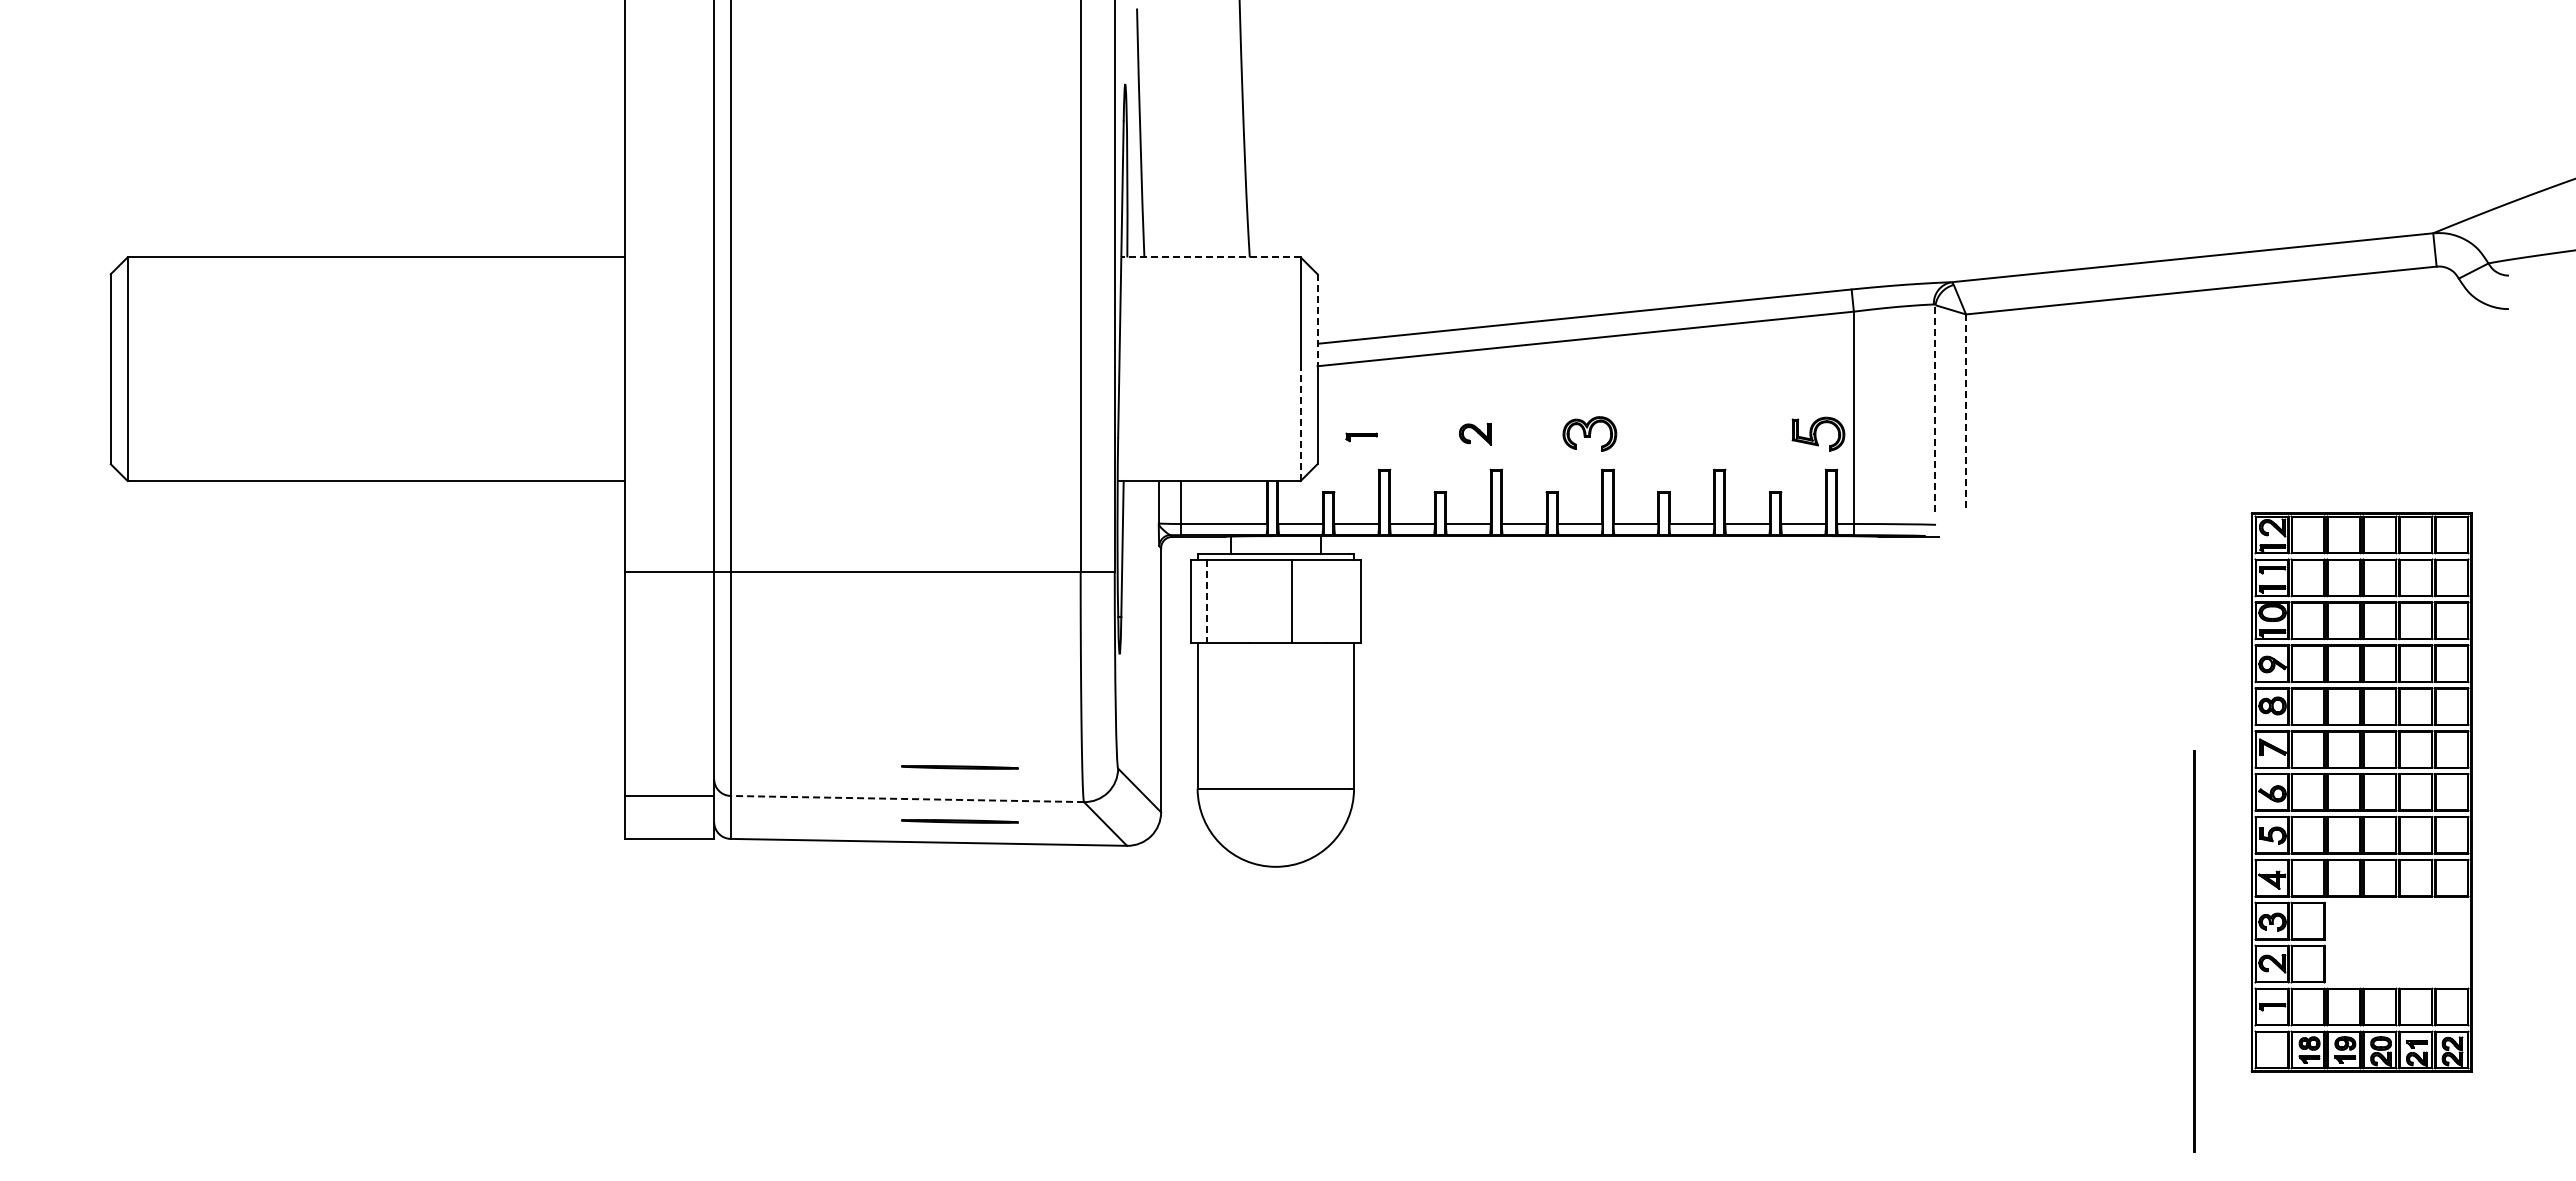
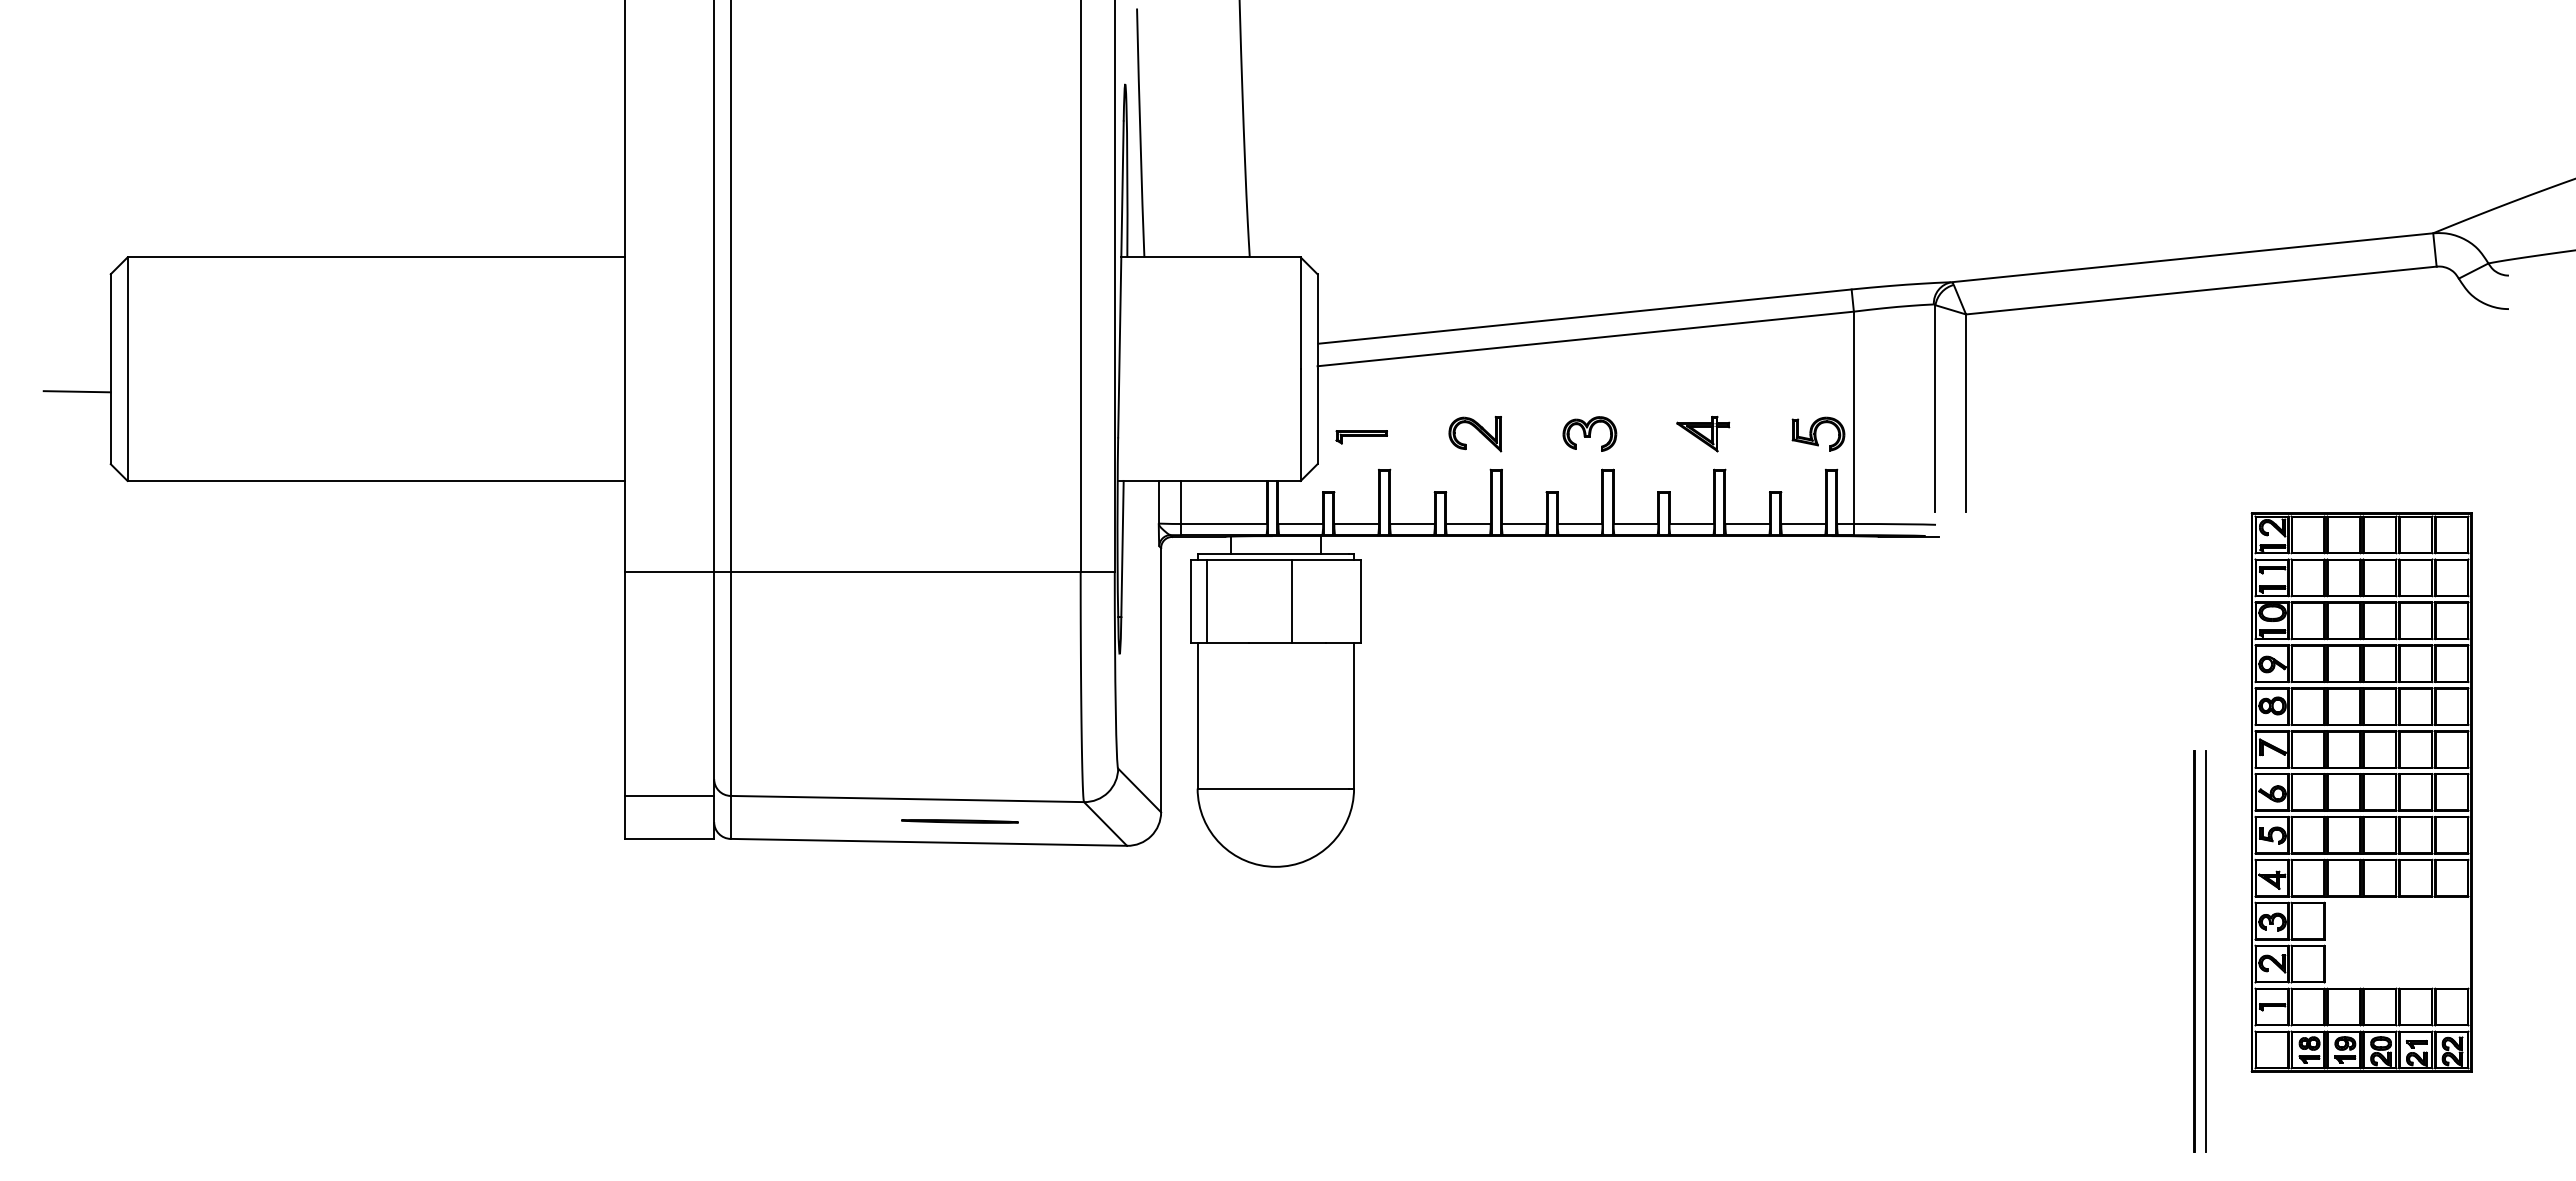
line at (1211, 257): dashed -> solid
line at (1317, 322): dashed -> solid
line at (76, 391): none -> present
line at (1935, 408): dashed -> solid
line at (1966, 413): dashed -> solid
line at (1300, 425): dashed -> solid
part at (1475, 433) size: 33x24 px -> 55x37 px
part at (1703, 434): none -> present
part at (1361, 437) size: 33x11 px -> 53x15 px
line at (1206, 601): dashed -> solid
part at (959, 767): present -> none
line at (907, 799): dashed -> solid
line at (2206, 951): none -> present
